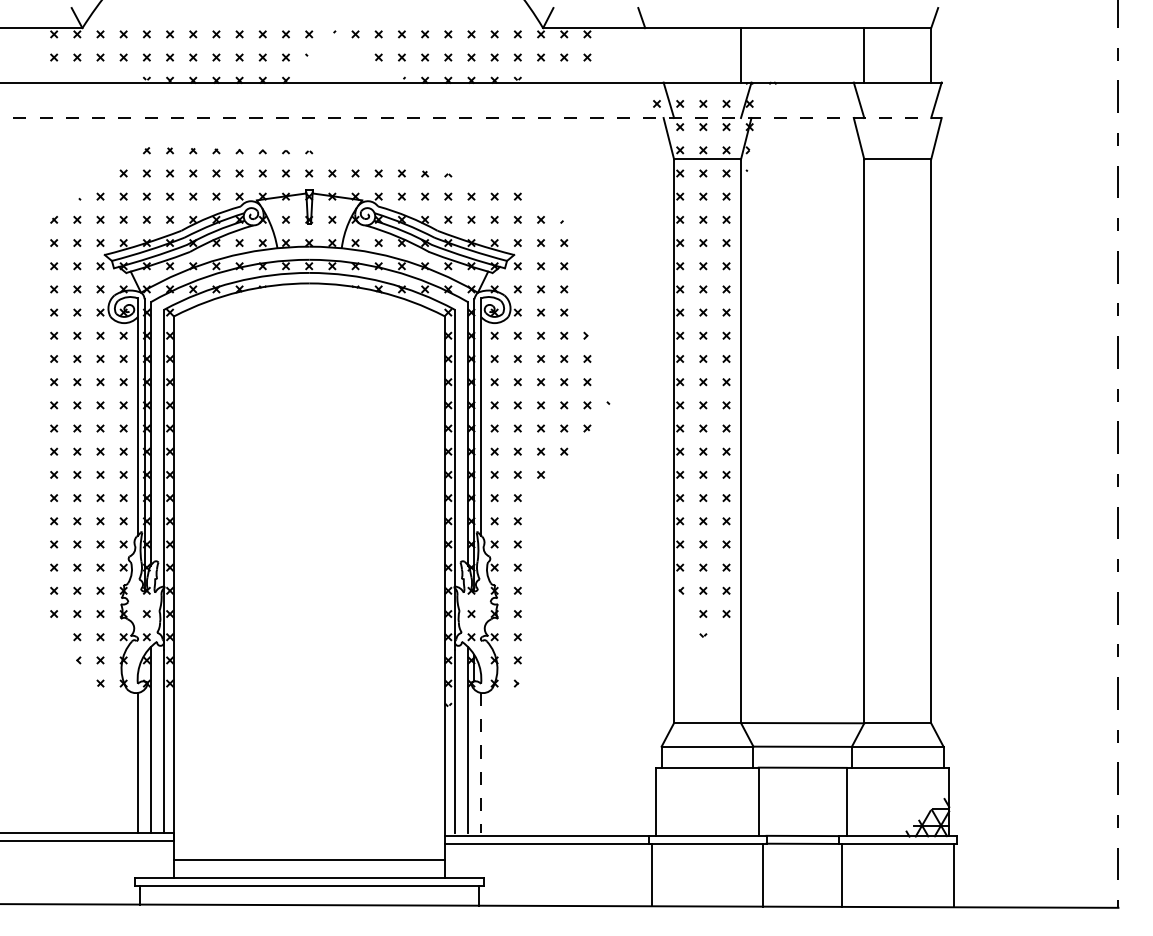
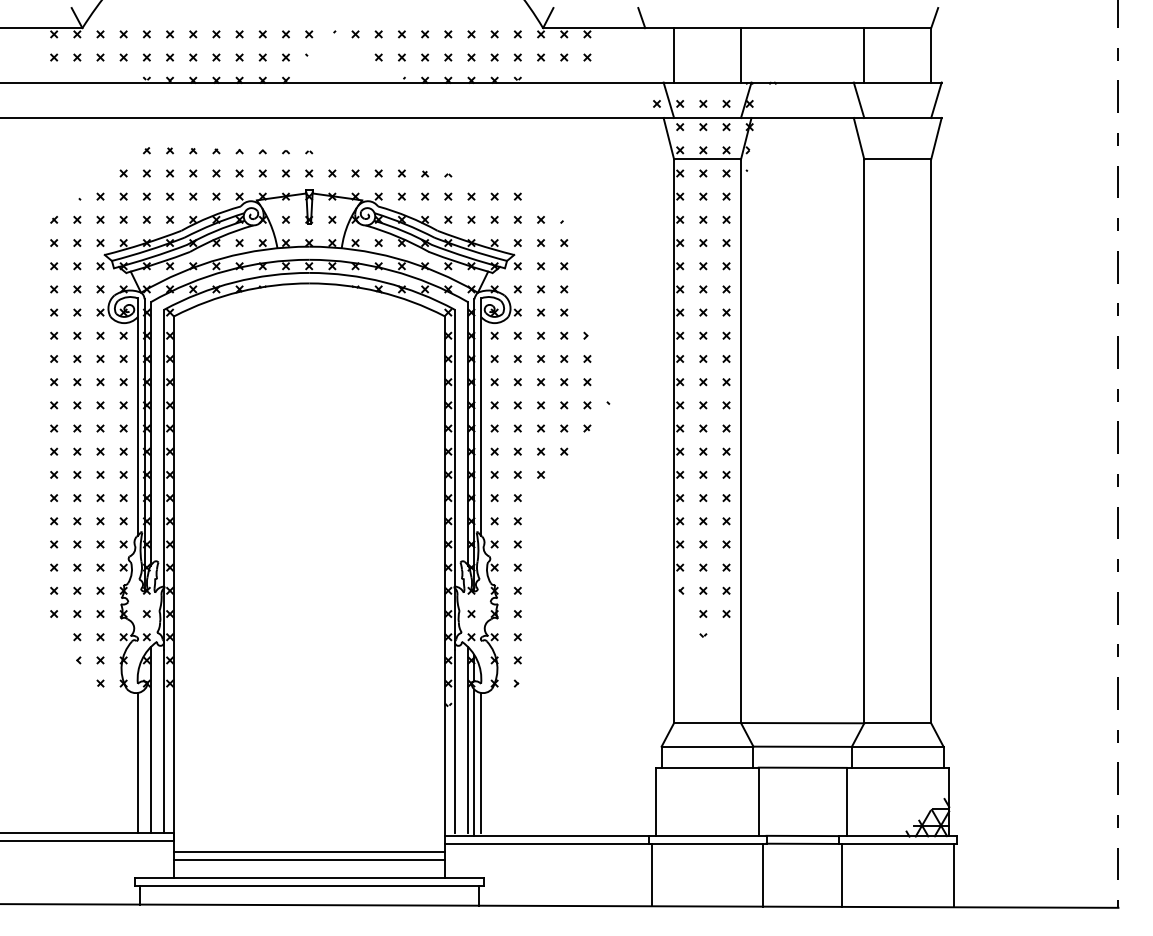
line at (674, 55): none -> present
line at (471, 118): dashed -> solid
line at (474, 762): none -> present
line at (481, 763): dashed -> solid
line at (309, 852): none -> present
